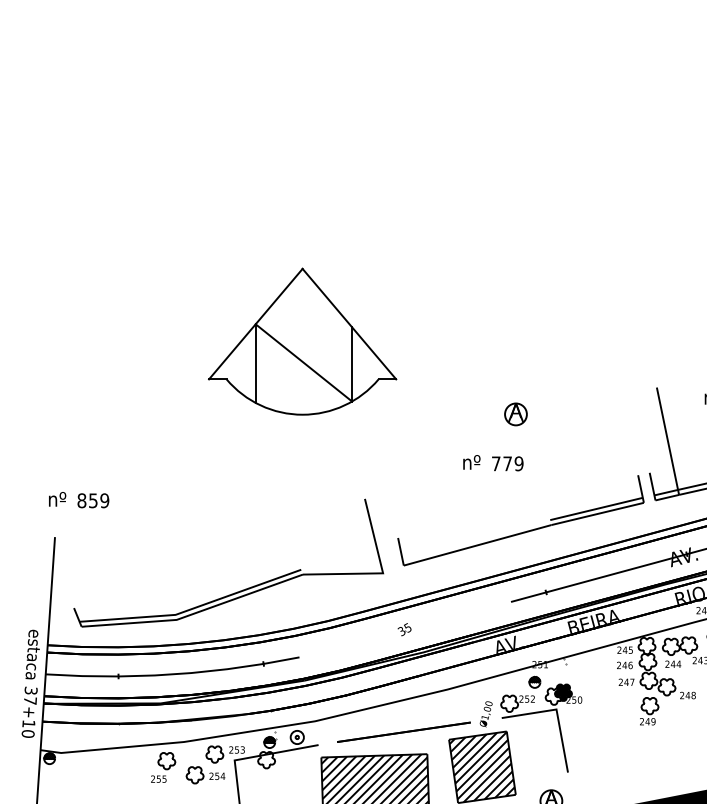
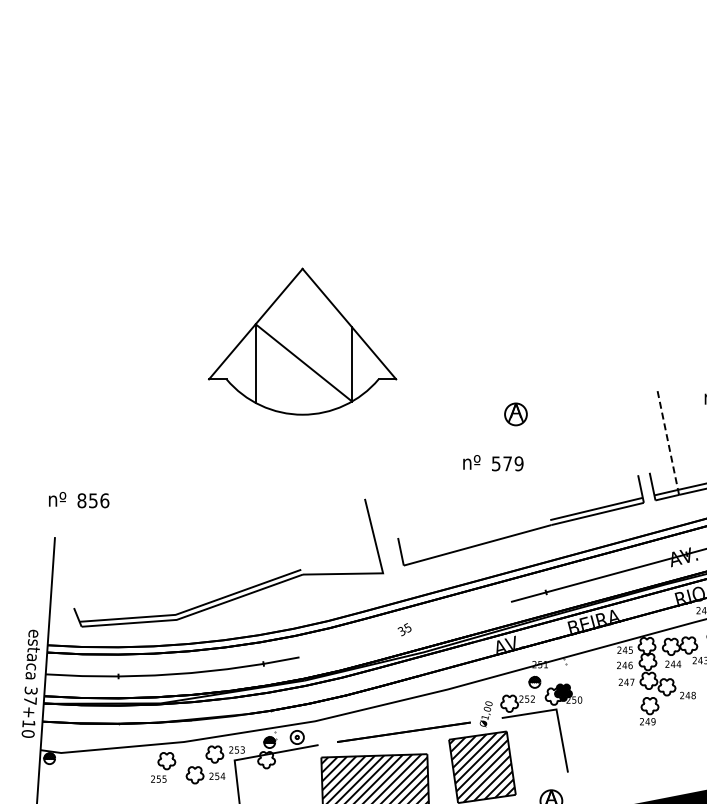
line at (667, 441): solid -> dashed
text at (496, 463): 779 -> 579
text at (104, 500): 859 -> 856
